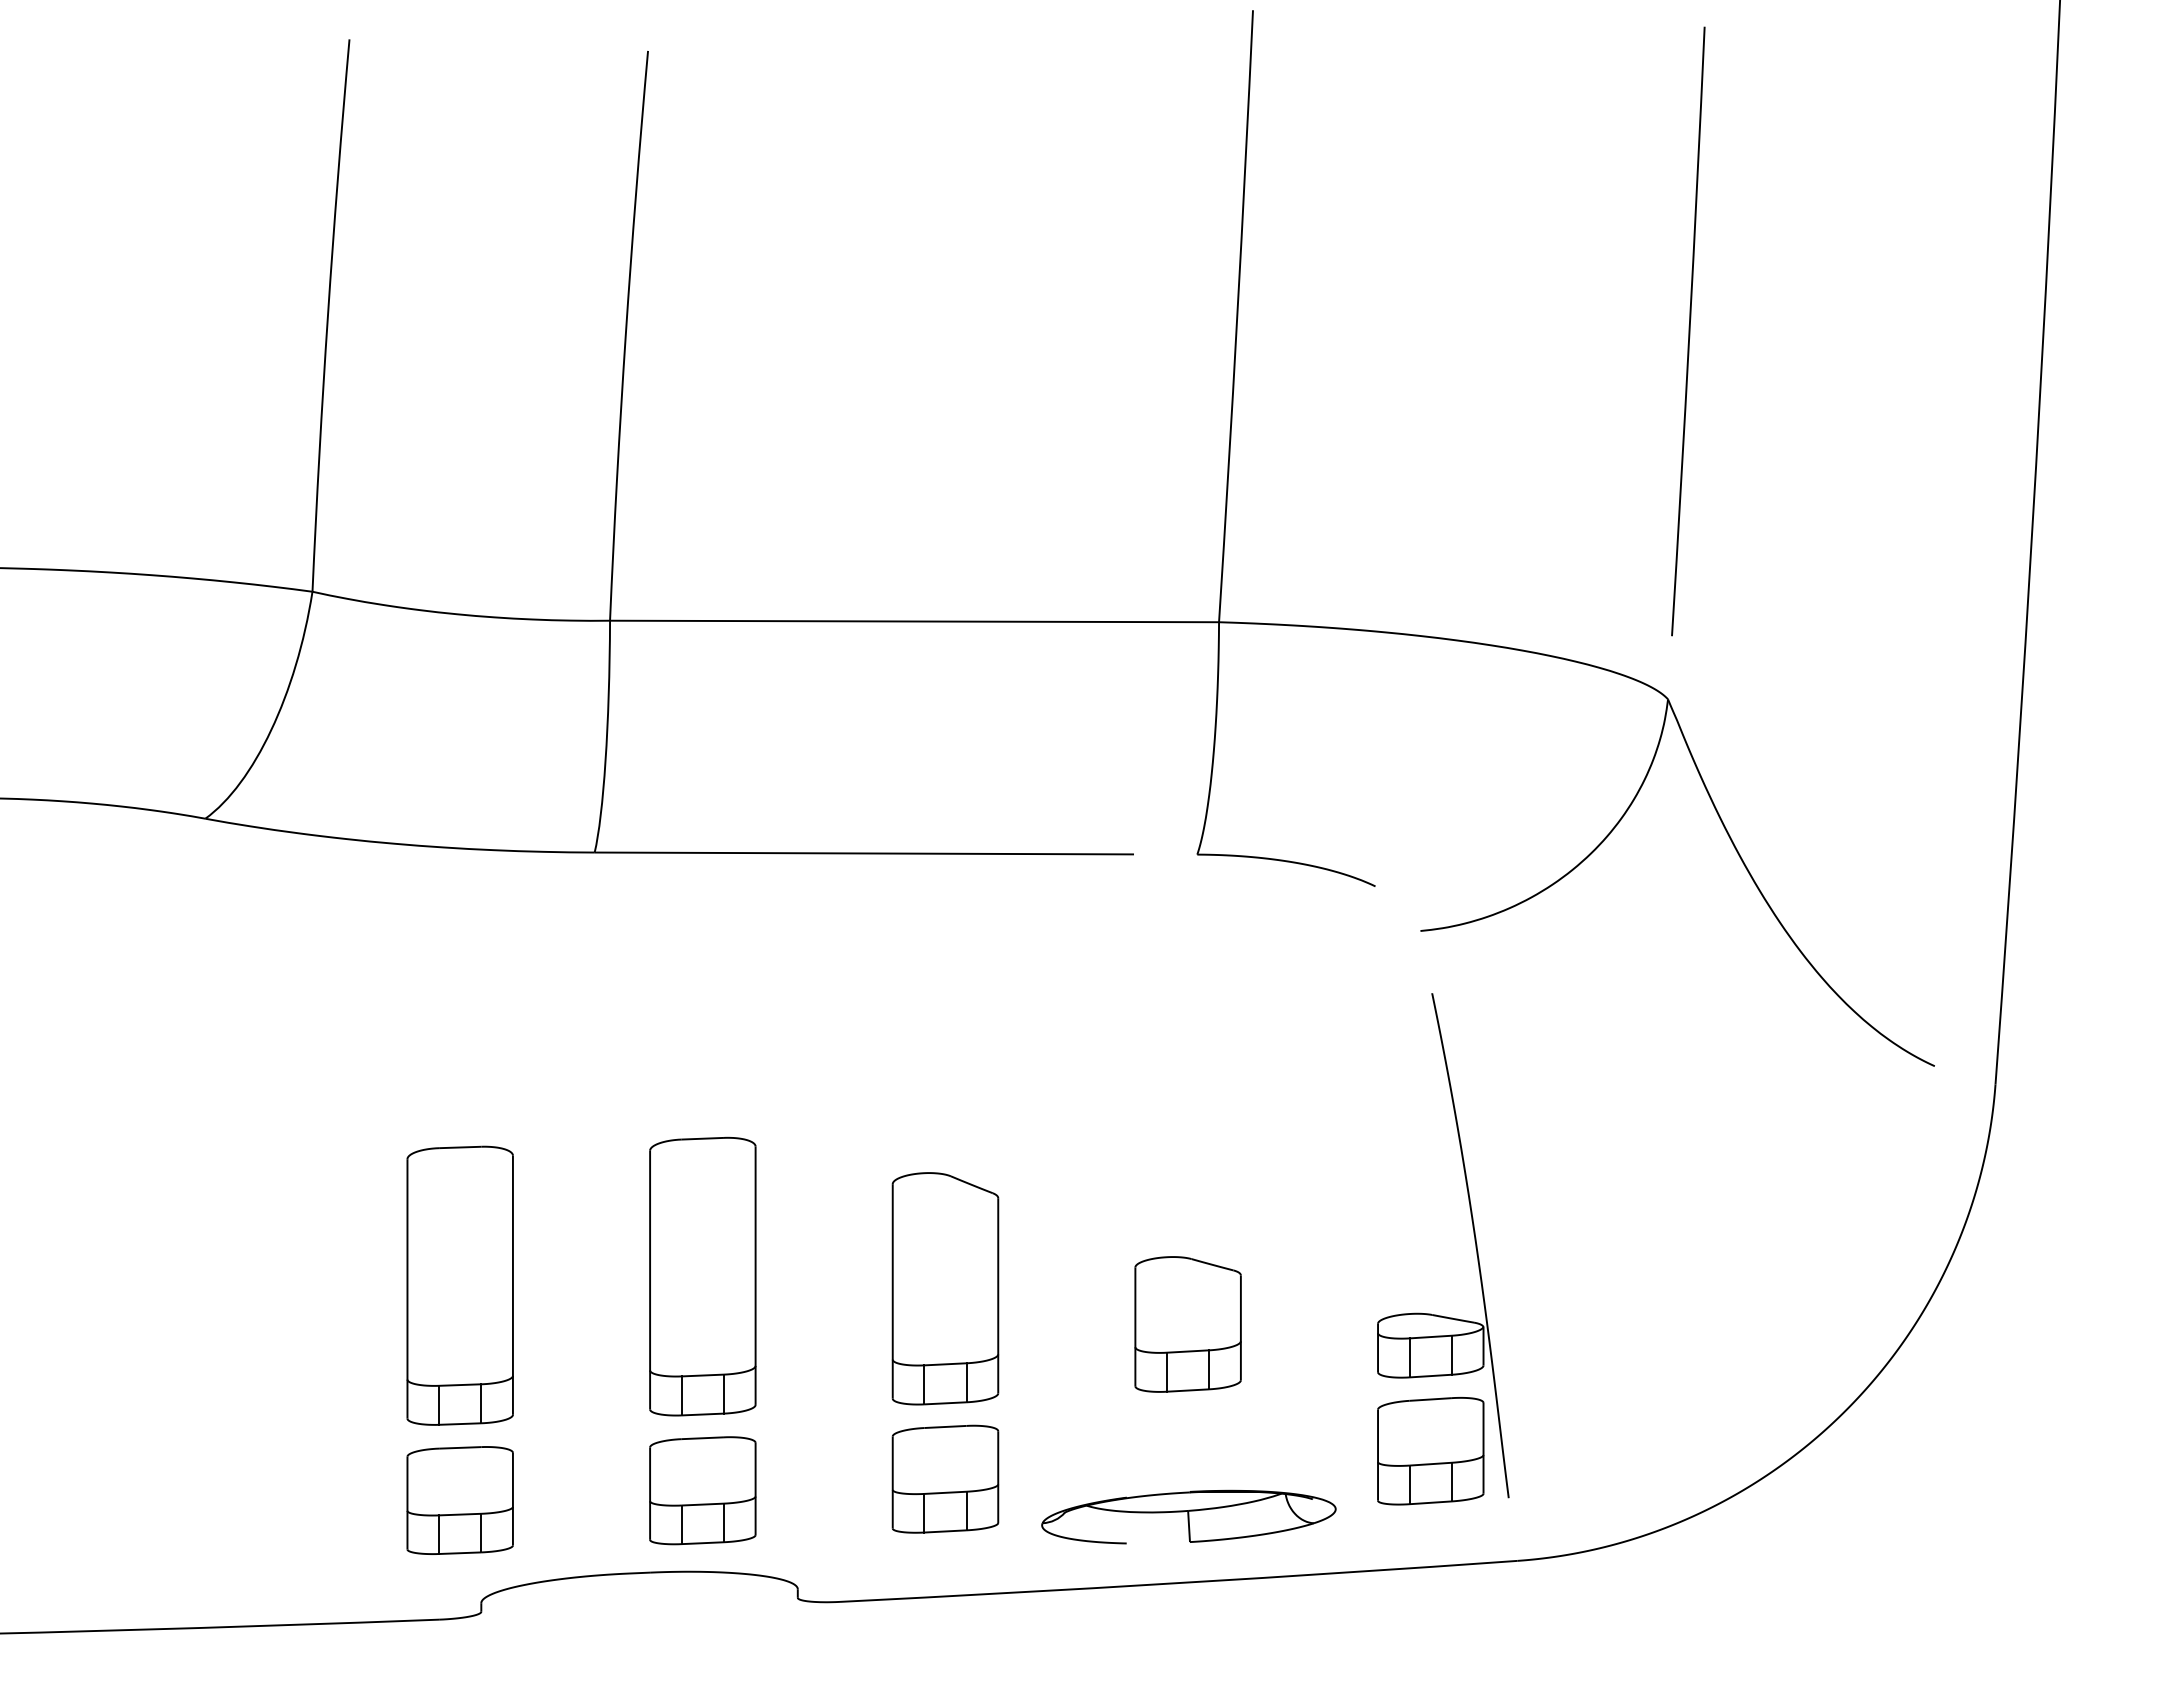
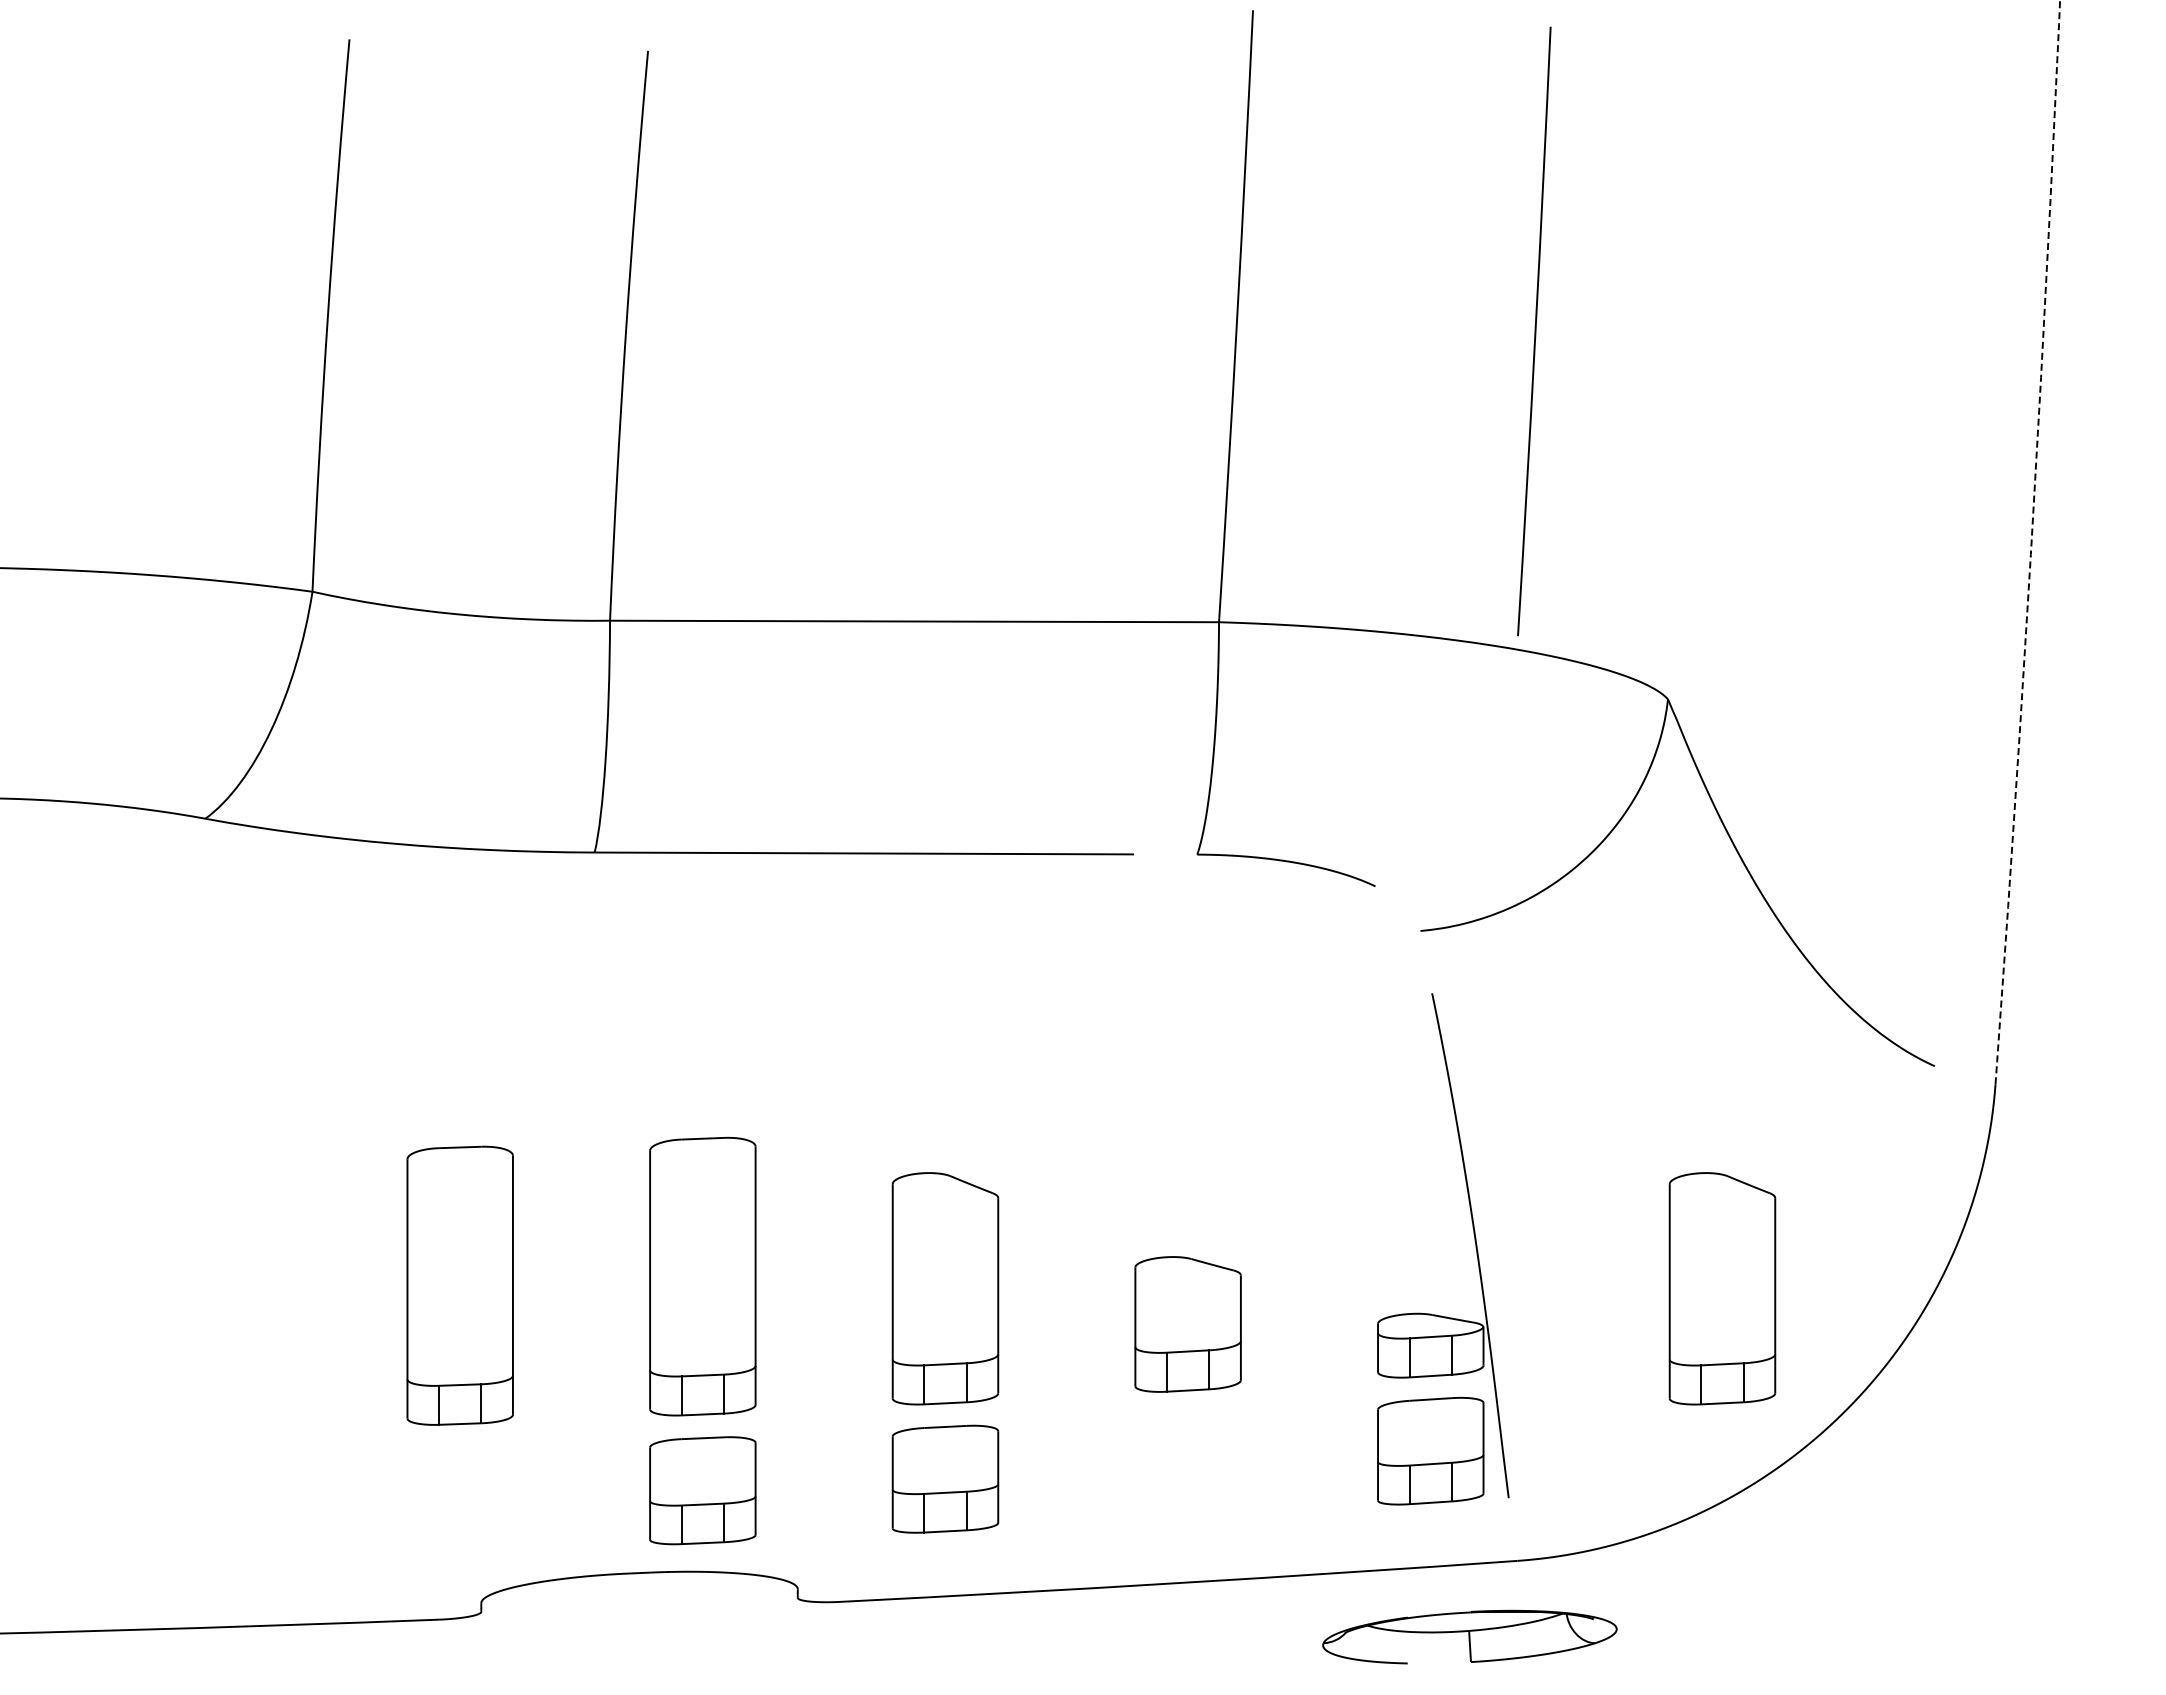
curve at (1688, 331) position: (1688, 331) -> (1534, 331)
arc at (2031, 542): solid -> dashed
part at (1722, 1288): none -> present
part at (459, 1500): present -> none
part at (1188, 1516) position: (1188, 1516) -> (1469, 1636)
